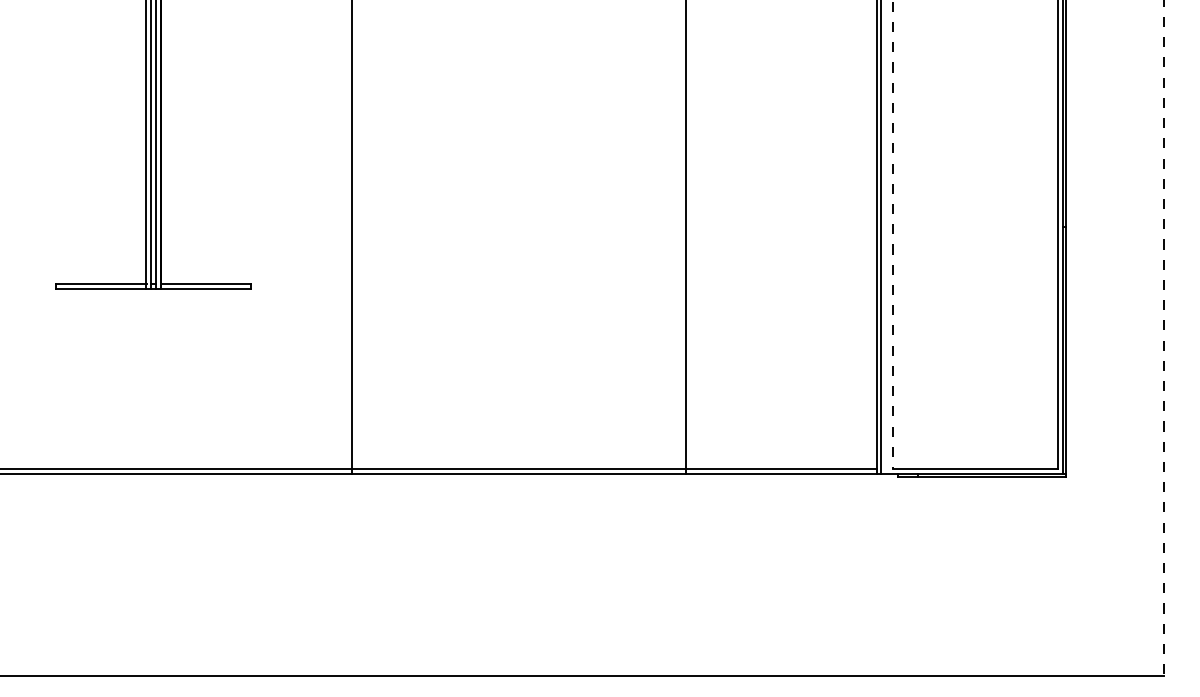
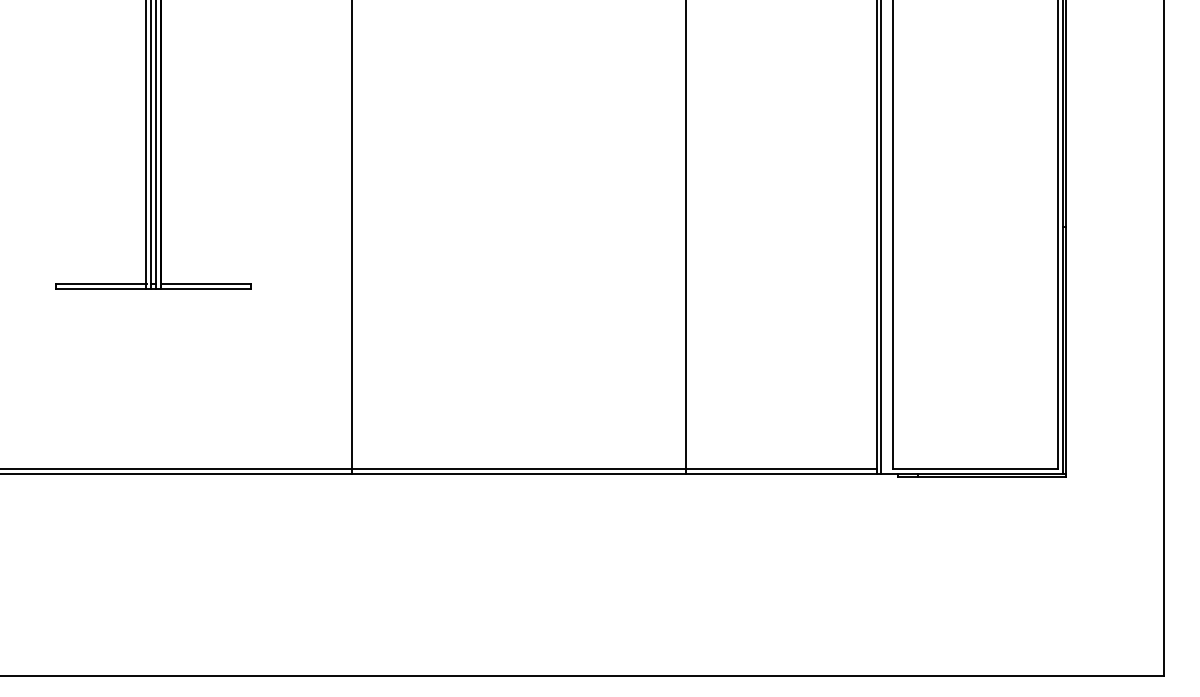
line at (892, 235): dashed -> solid
line at (1164, 338): dashed -> solid
